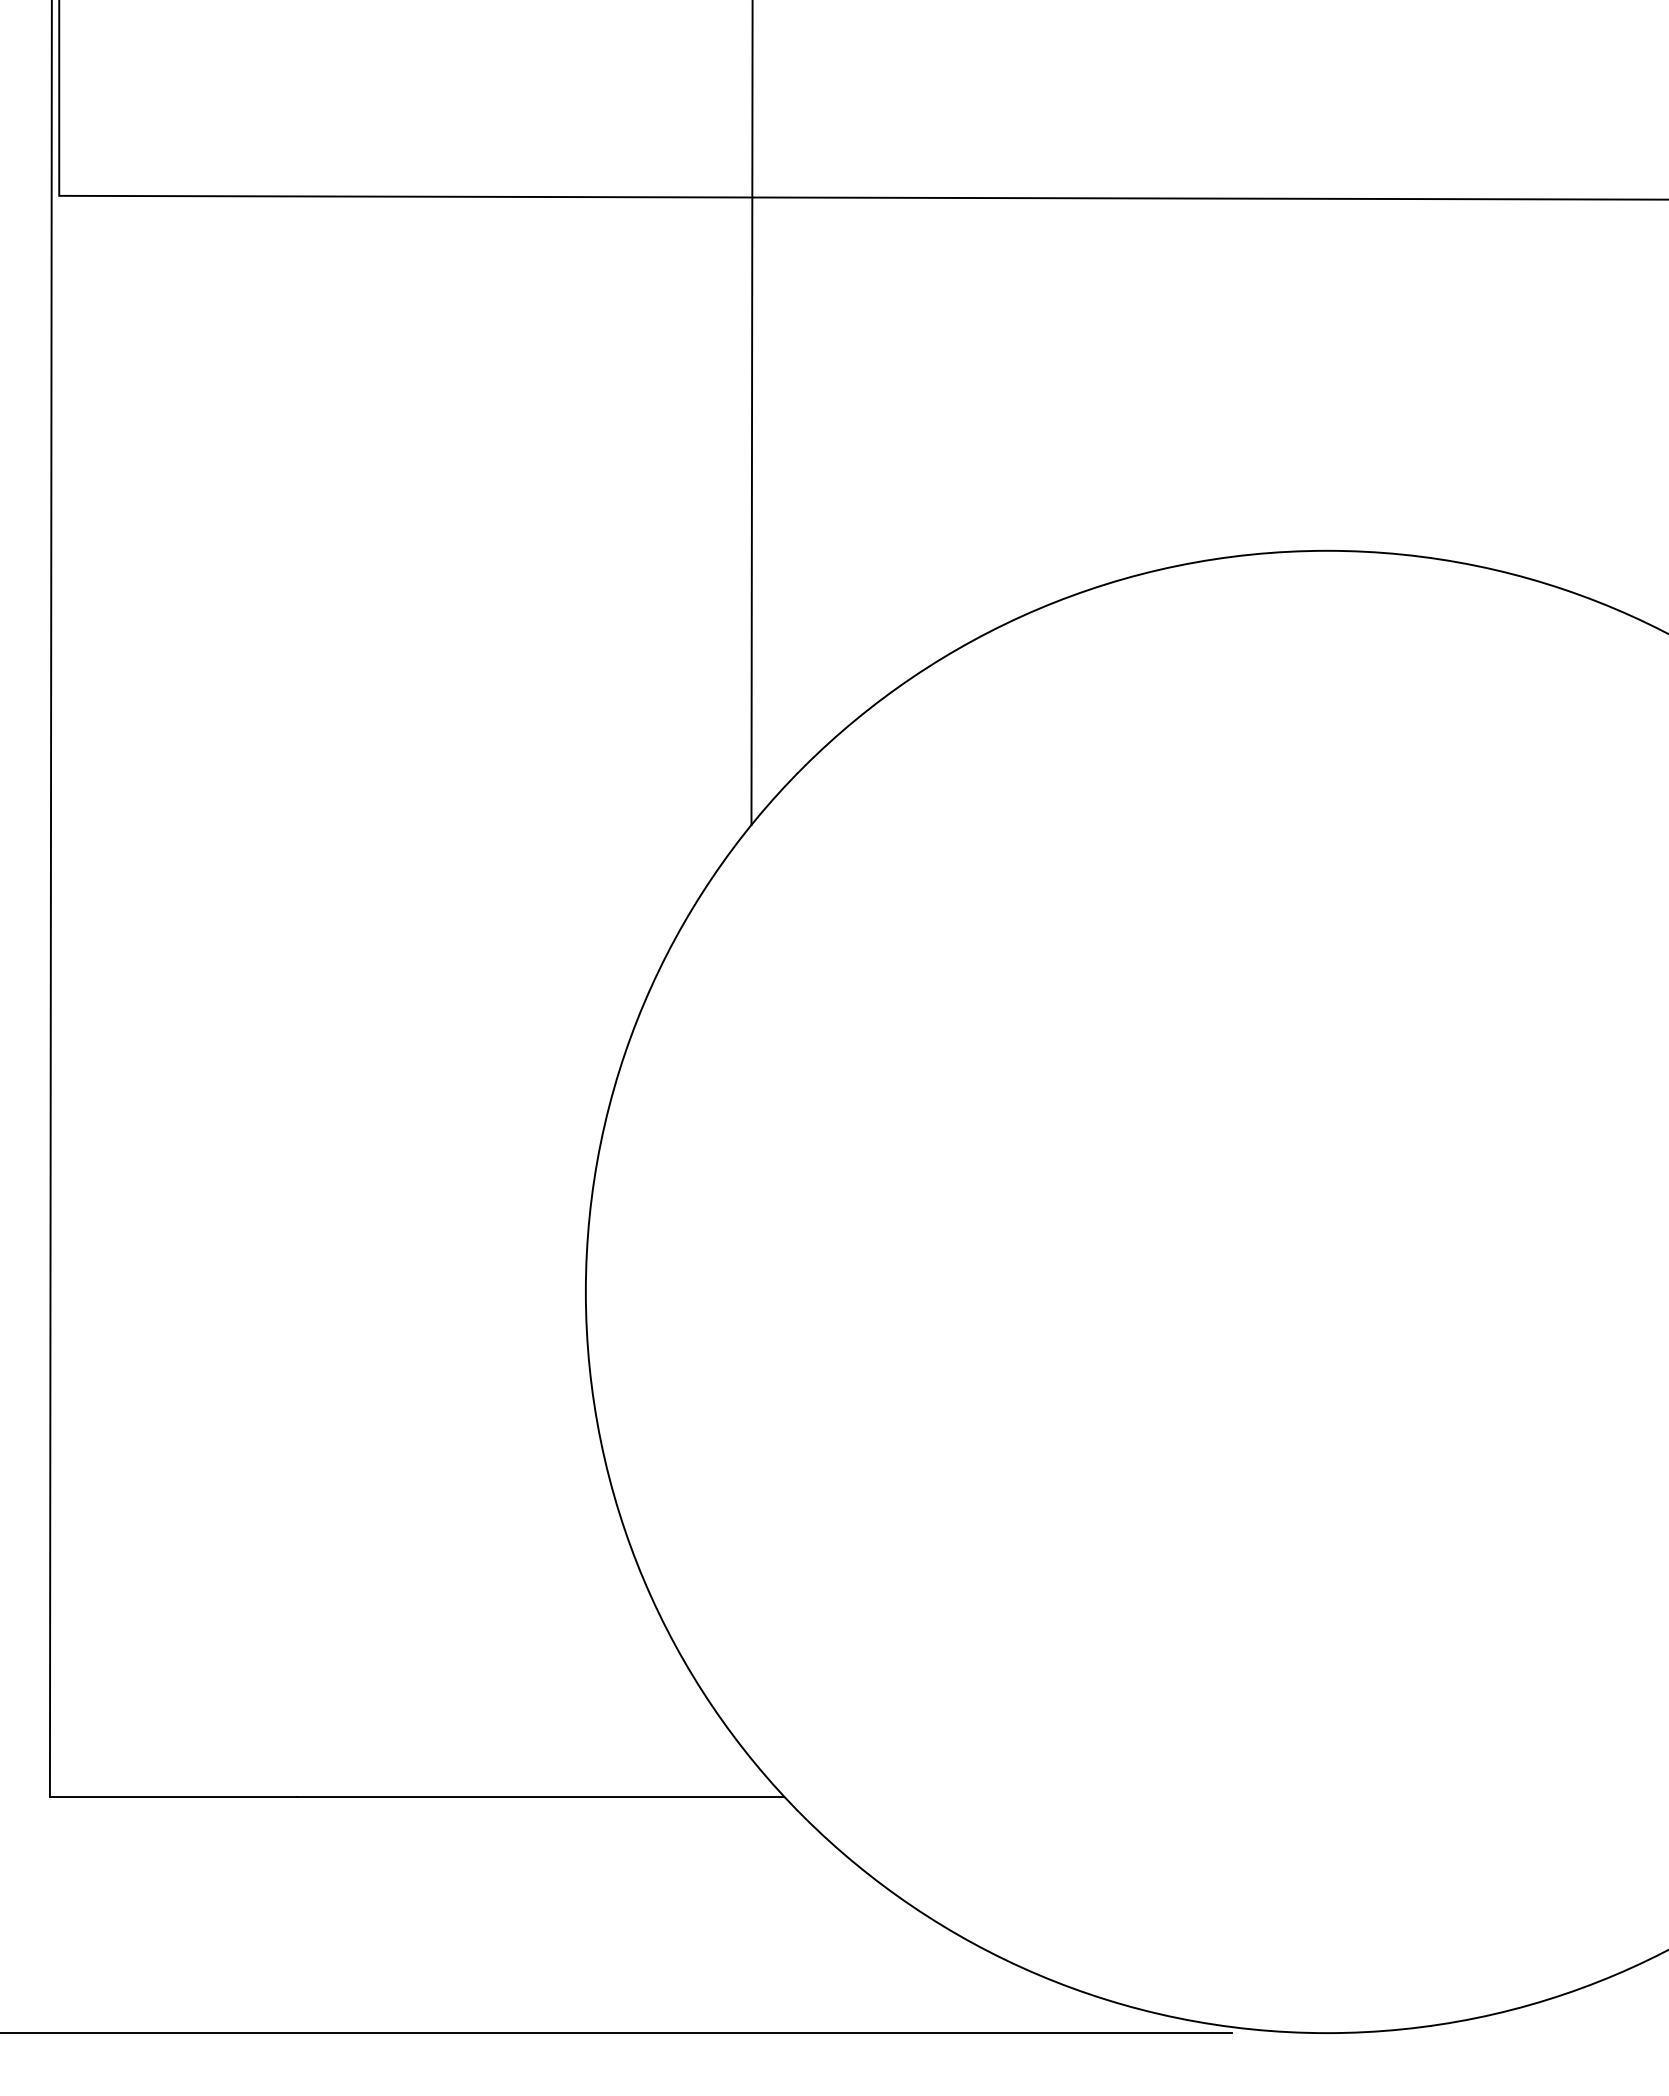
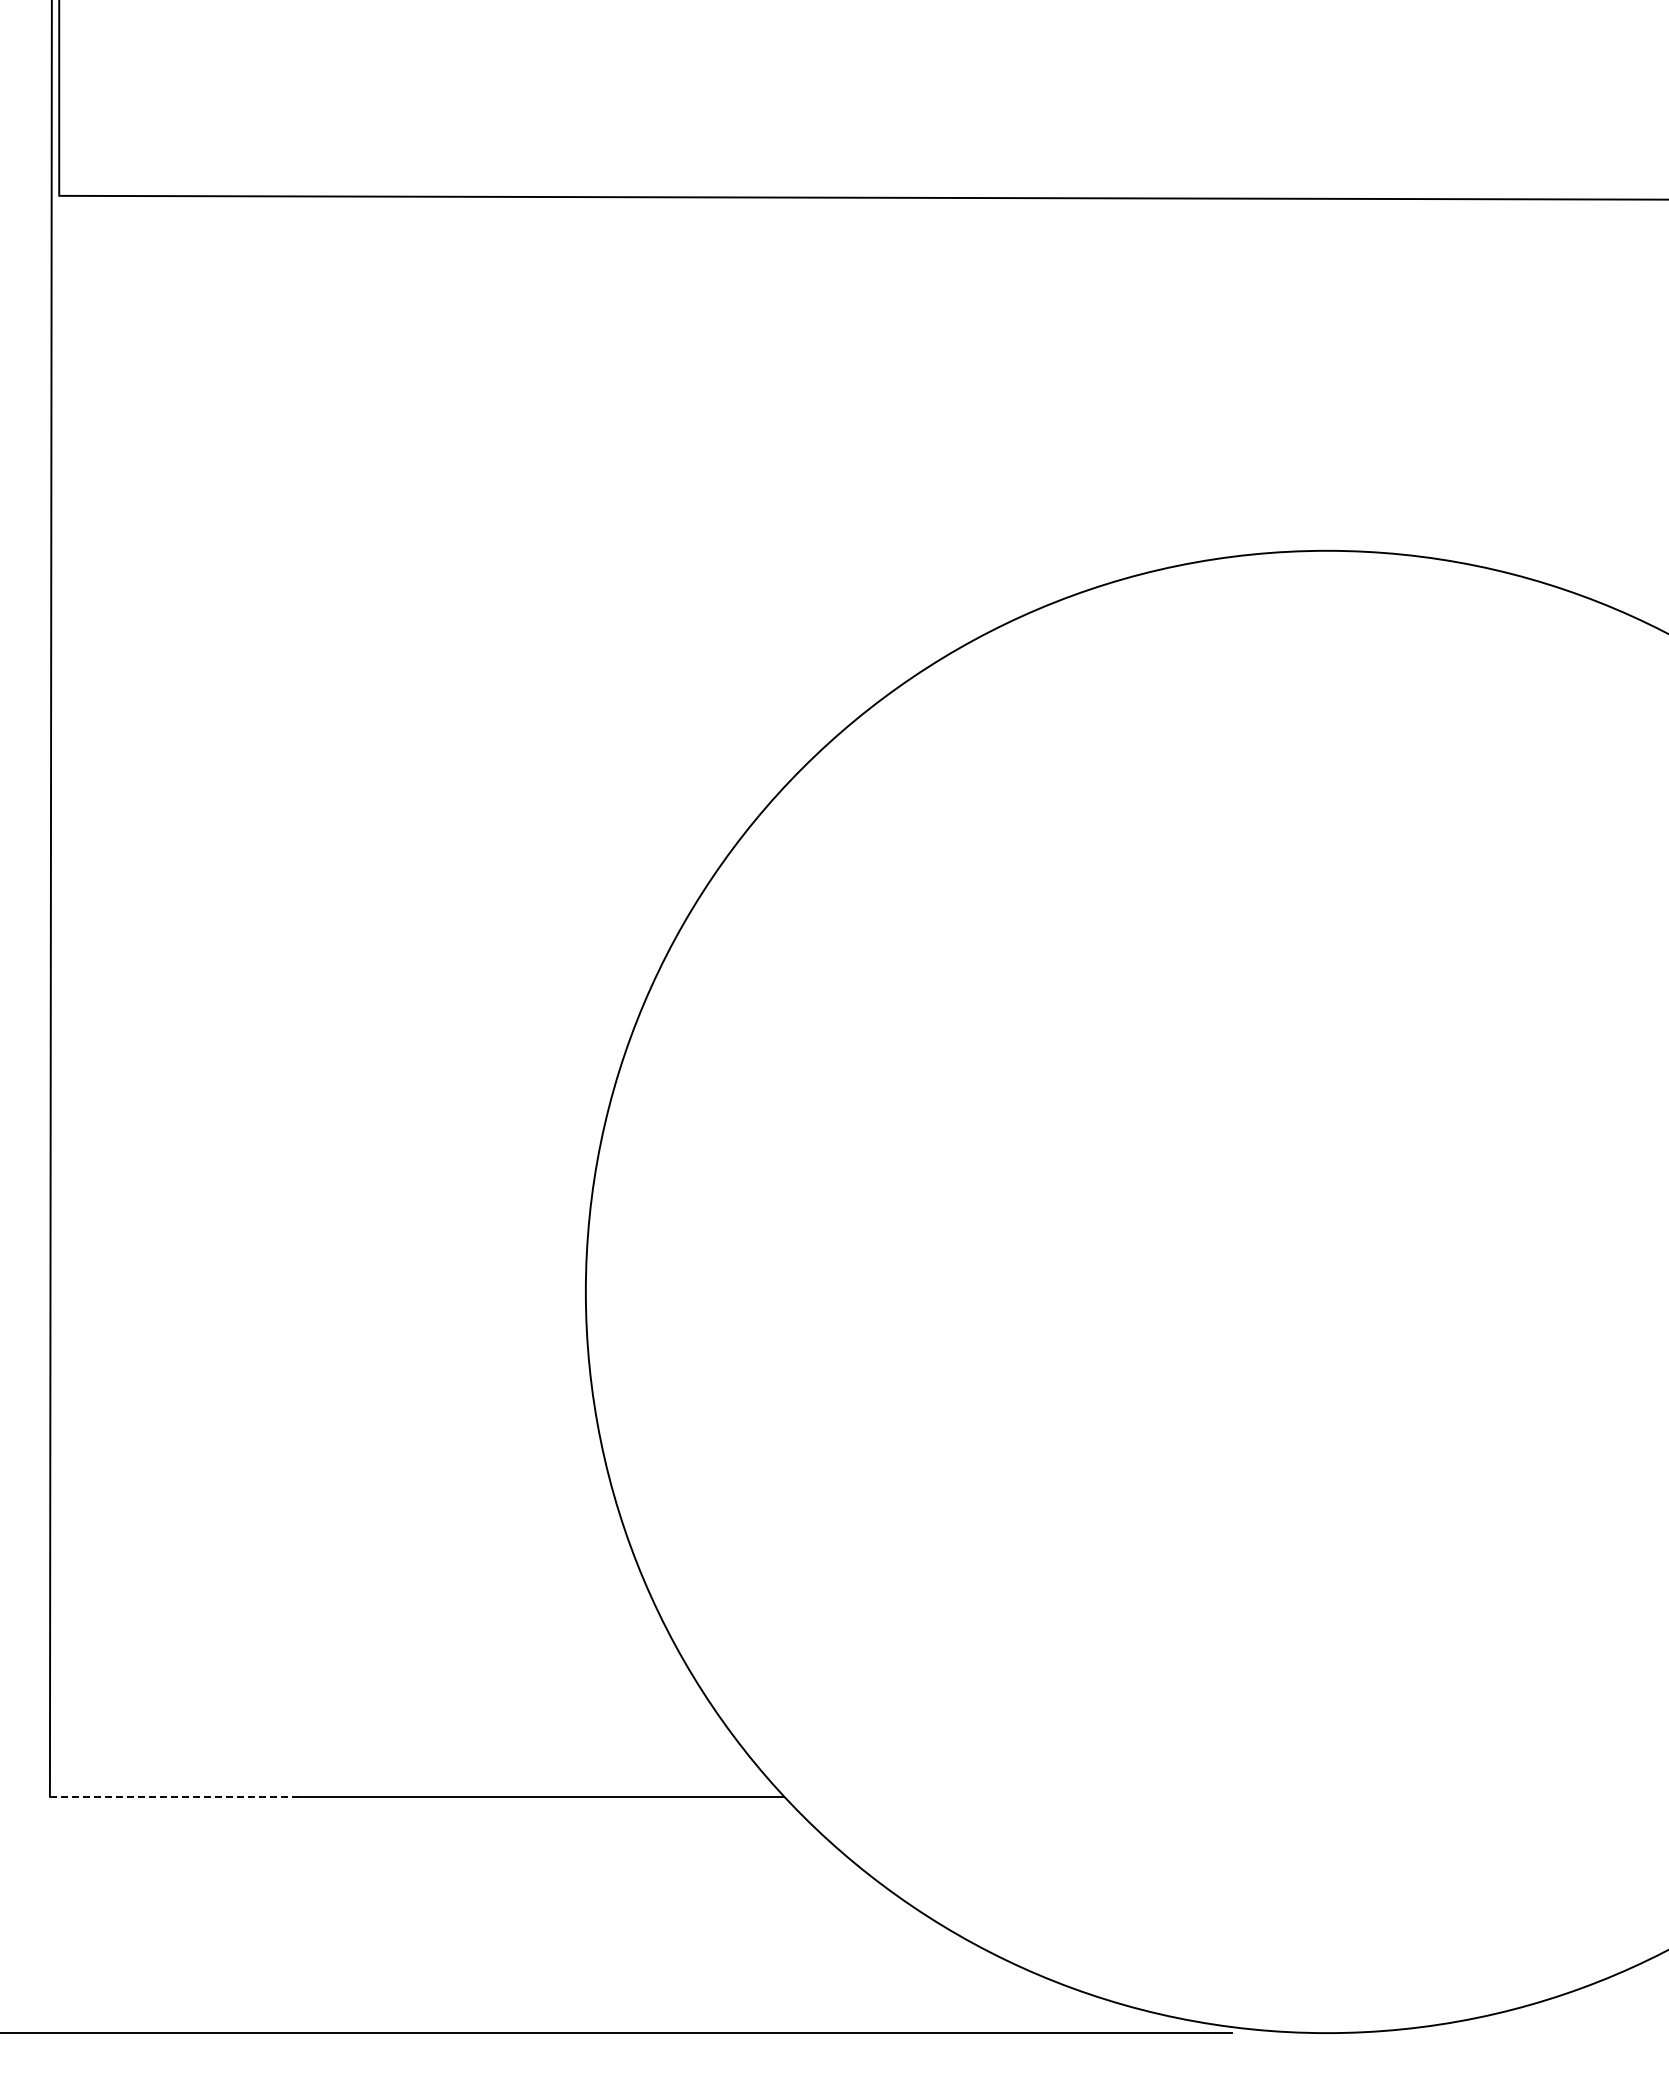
line at (751, 413): present -> none
line at (173, 1796): solid -> dashed
